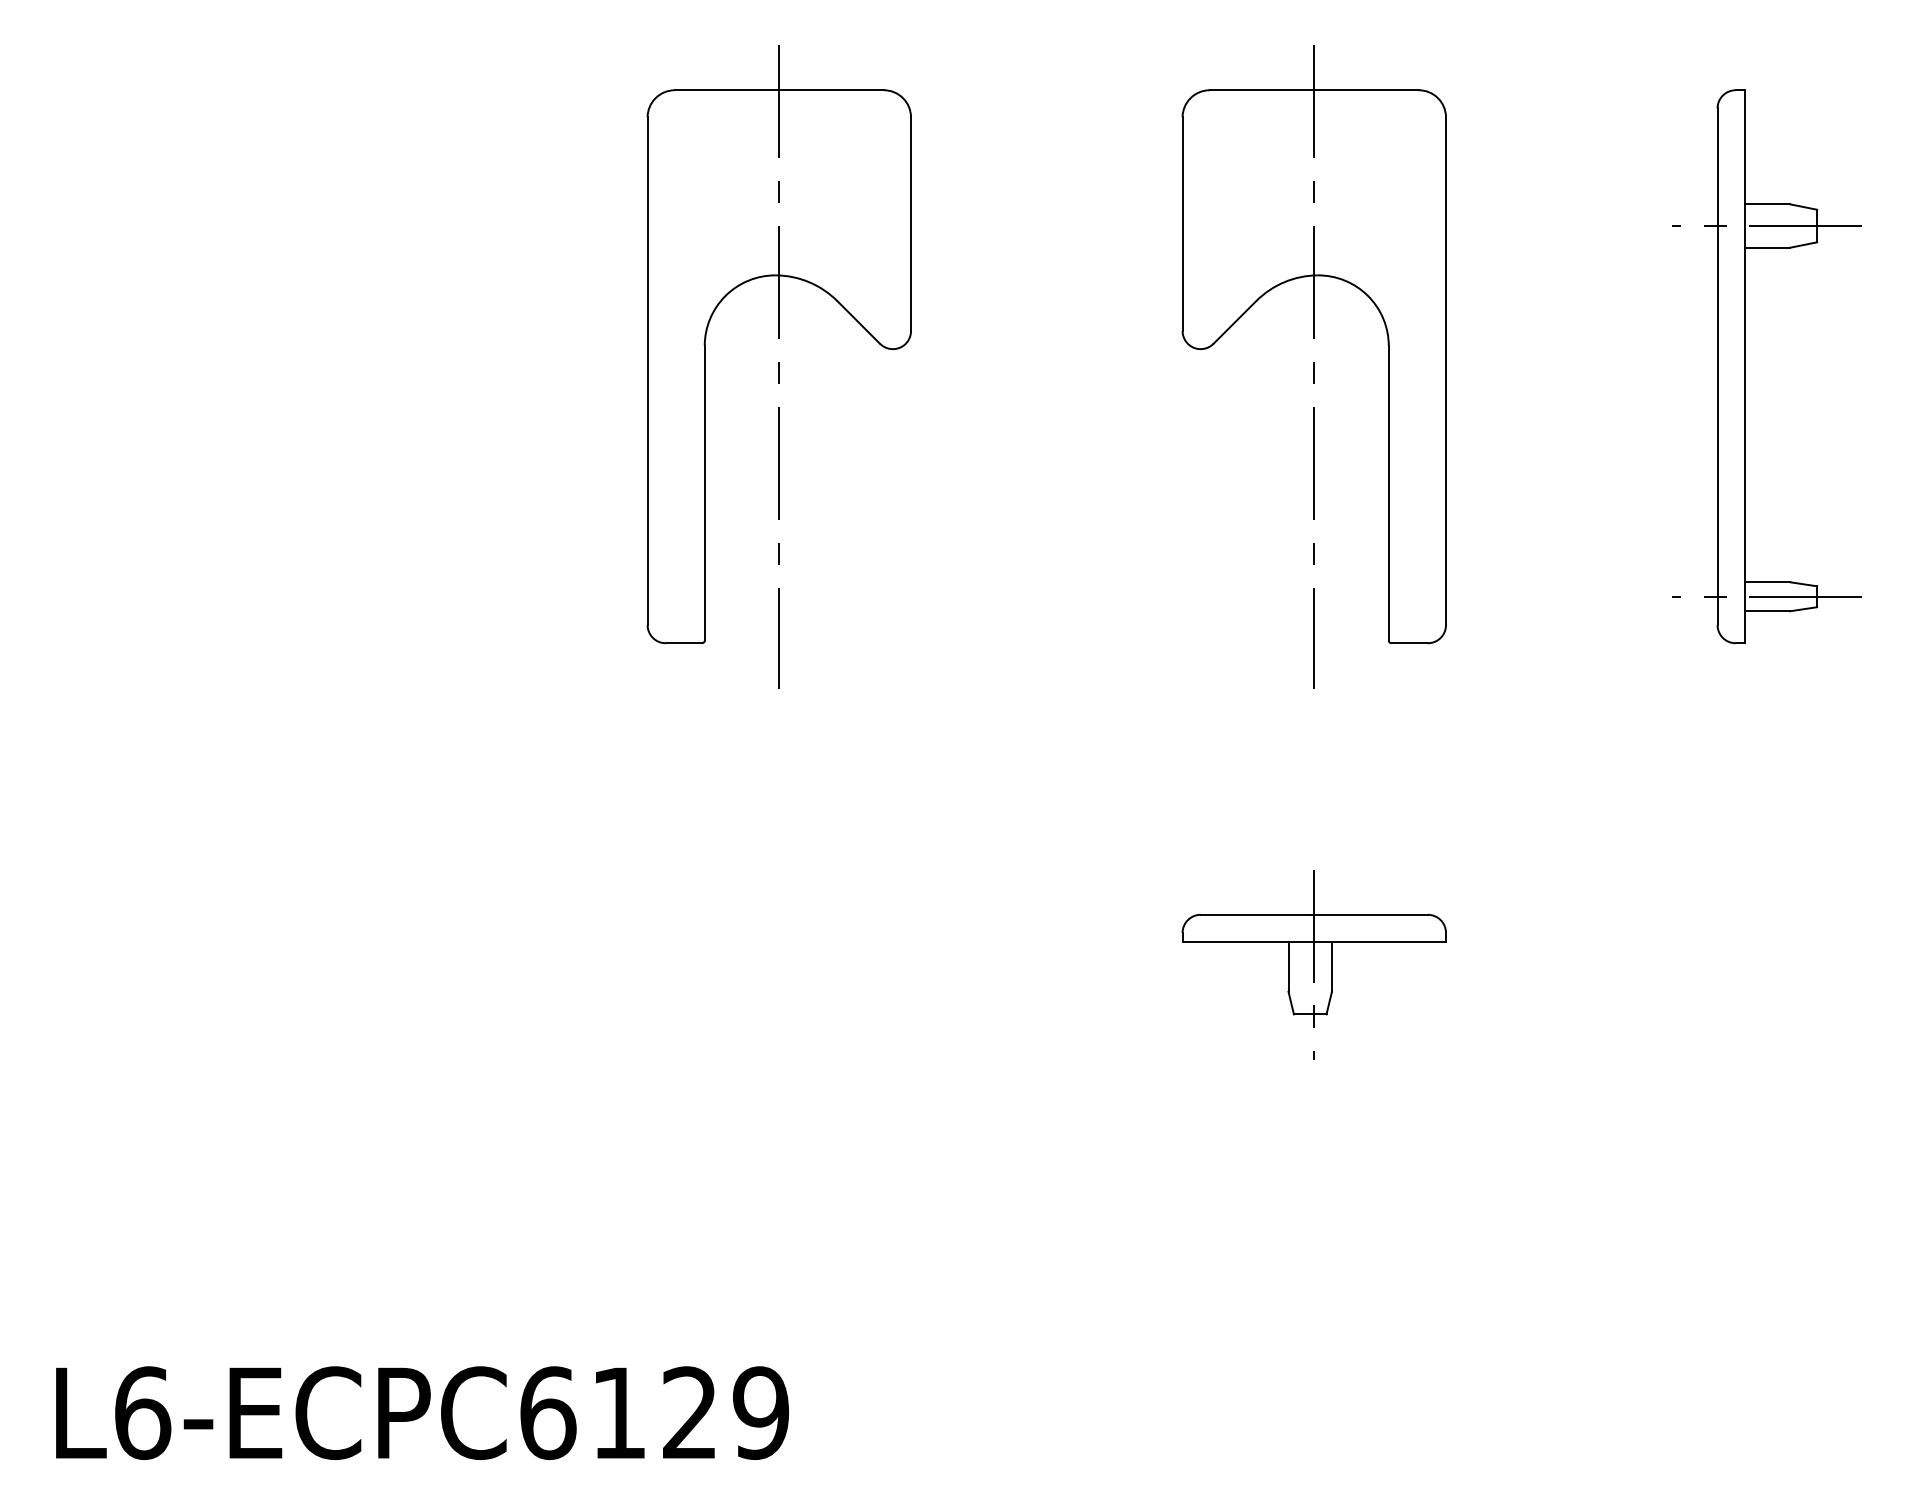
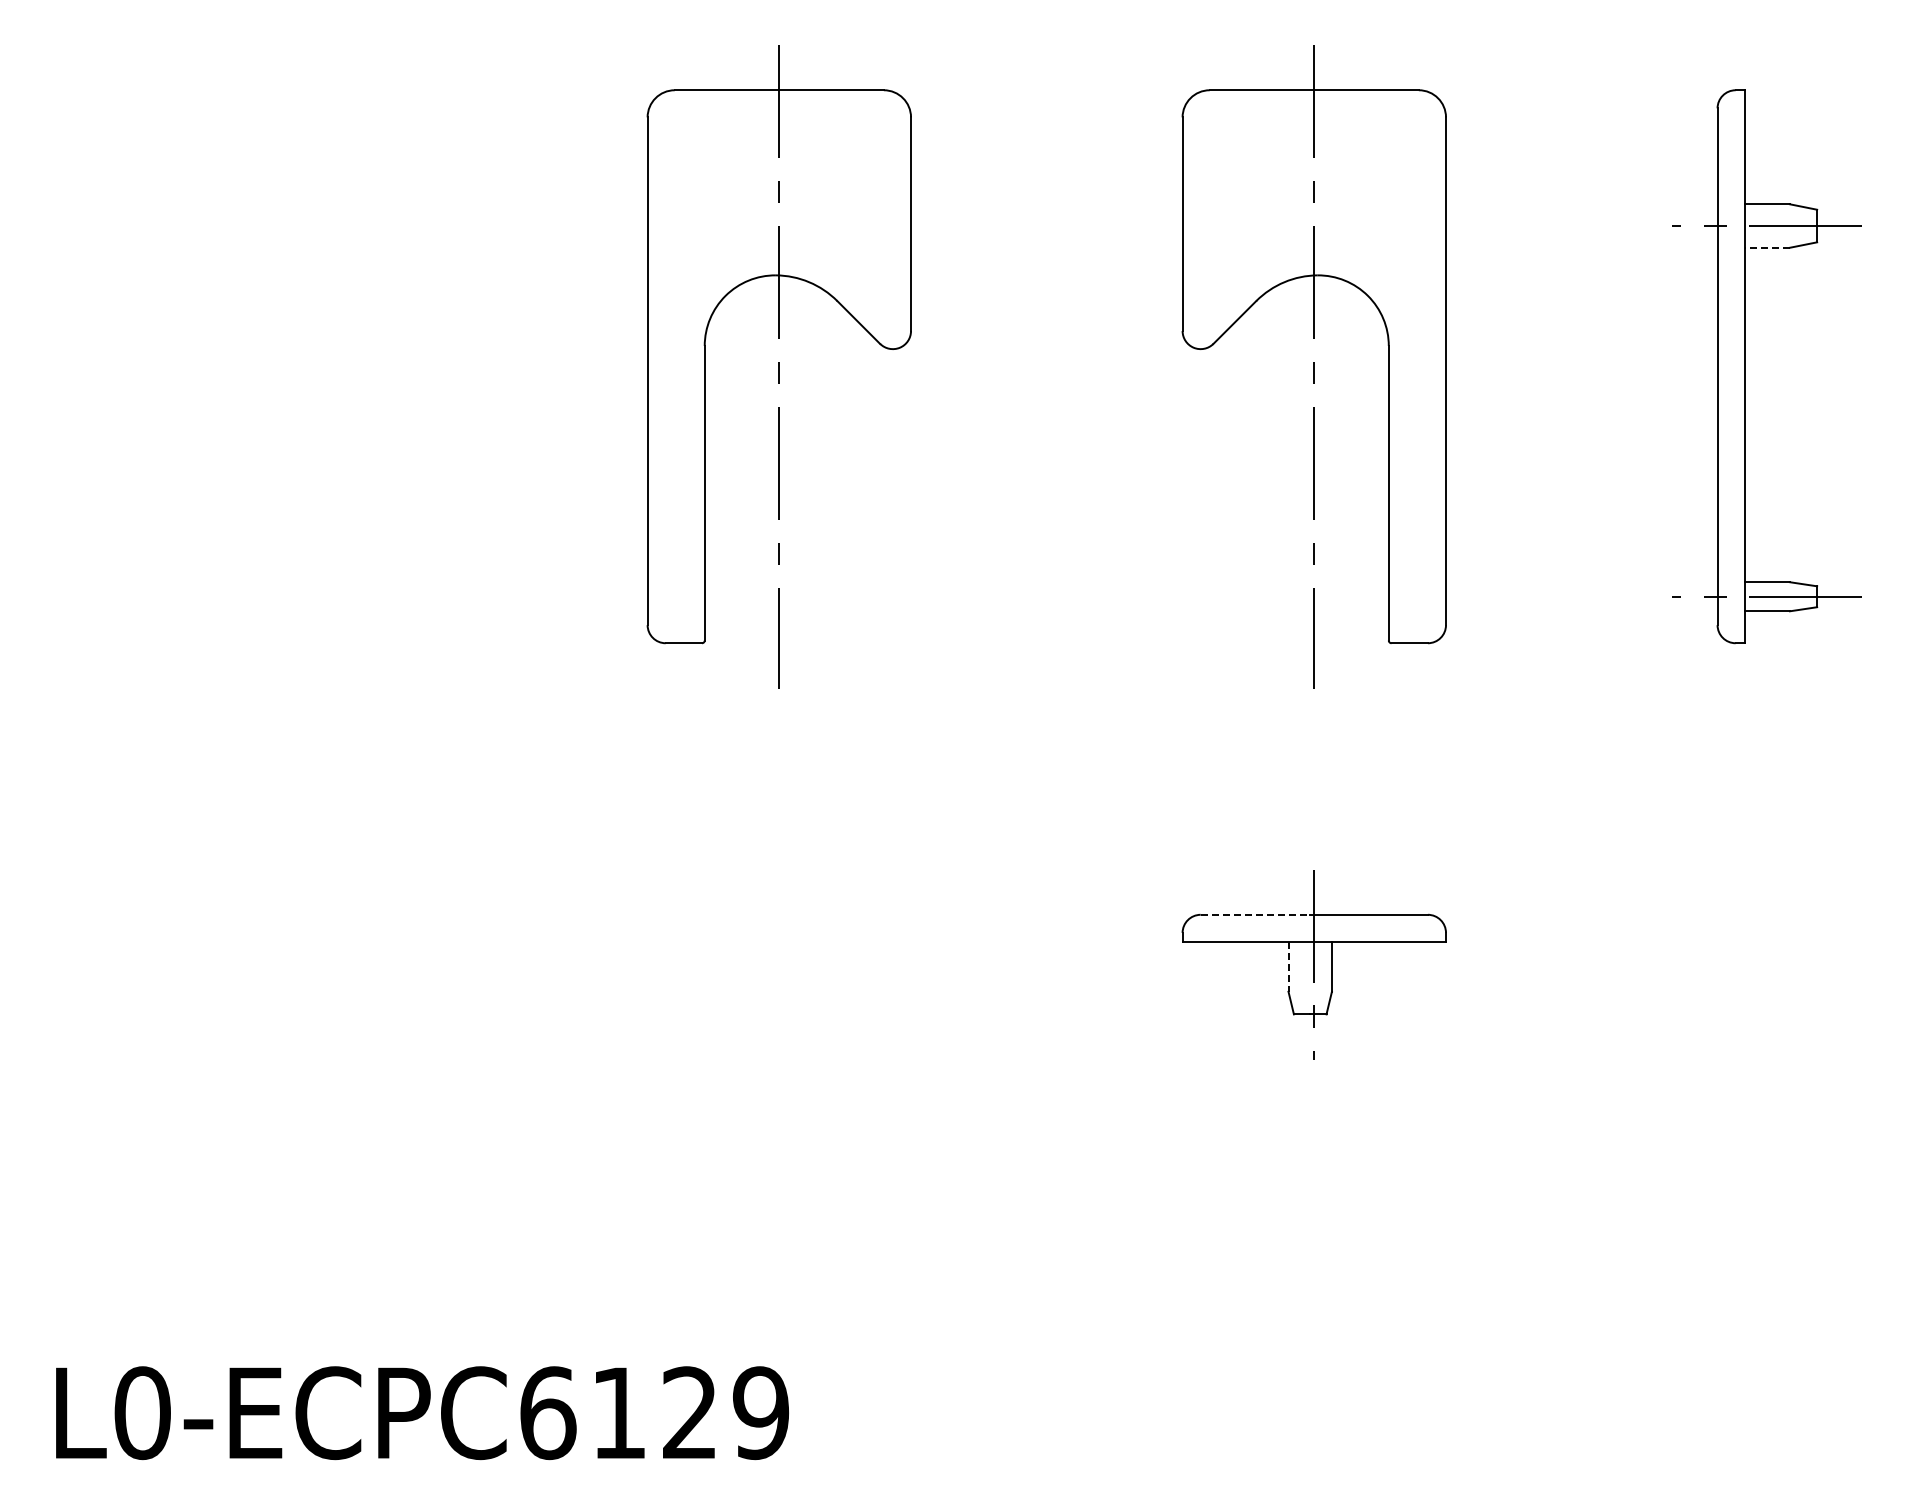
line at (1767, 247): solid -> dashed
line at (1255, 914): solid -> dashed
line at (1288, 966): solid -> dashed
text at (142, 1412): L6-ECPC6129 -> L0-ECPC6129
